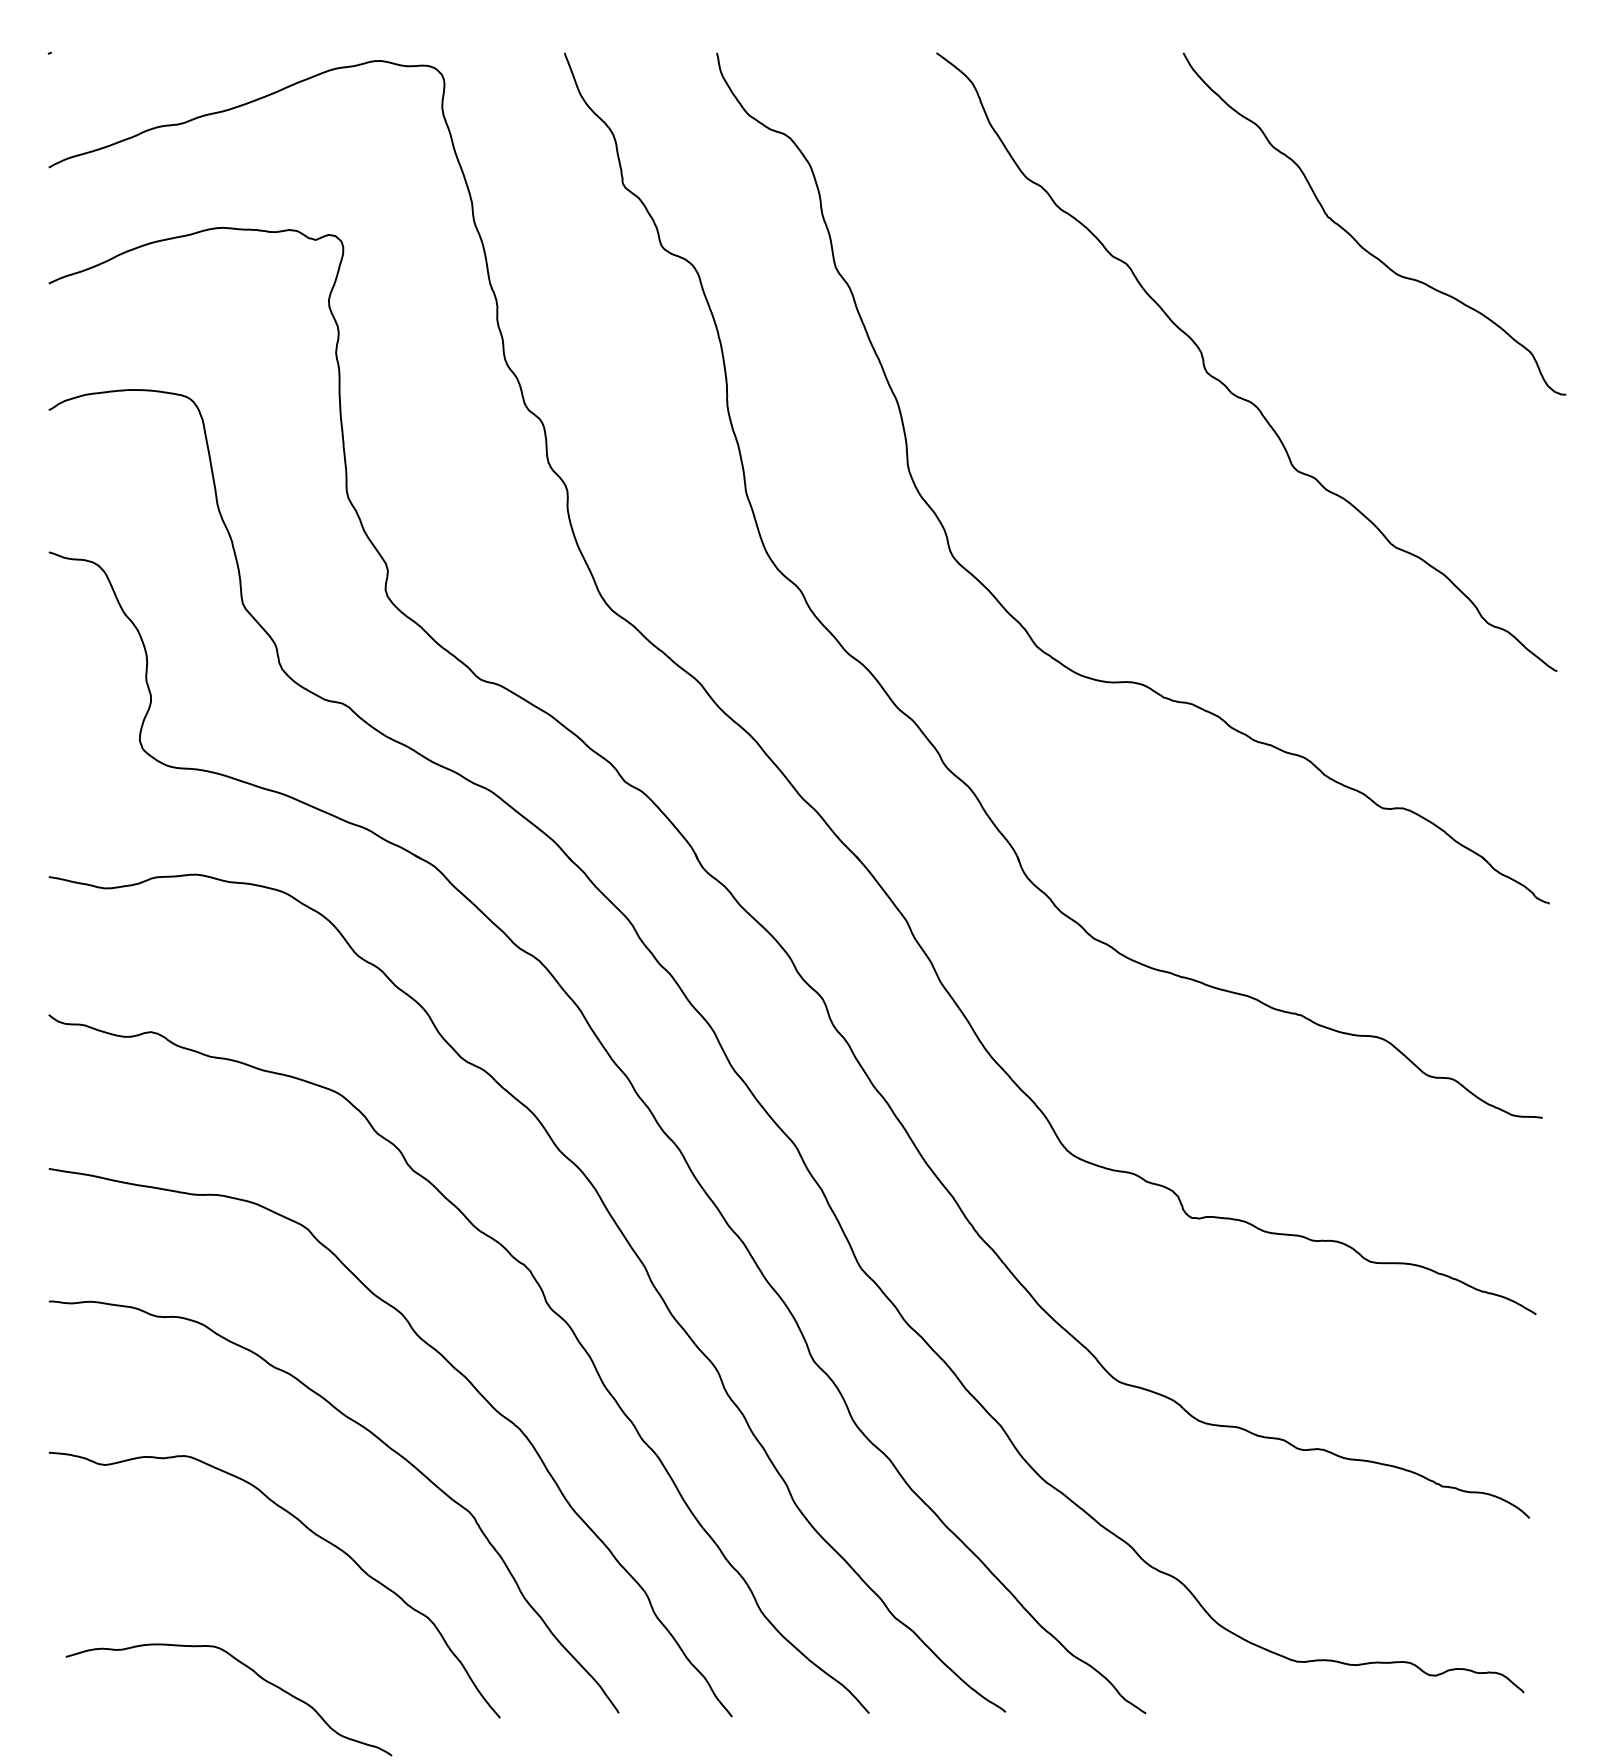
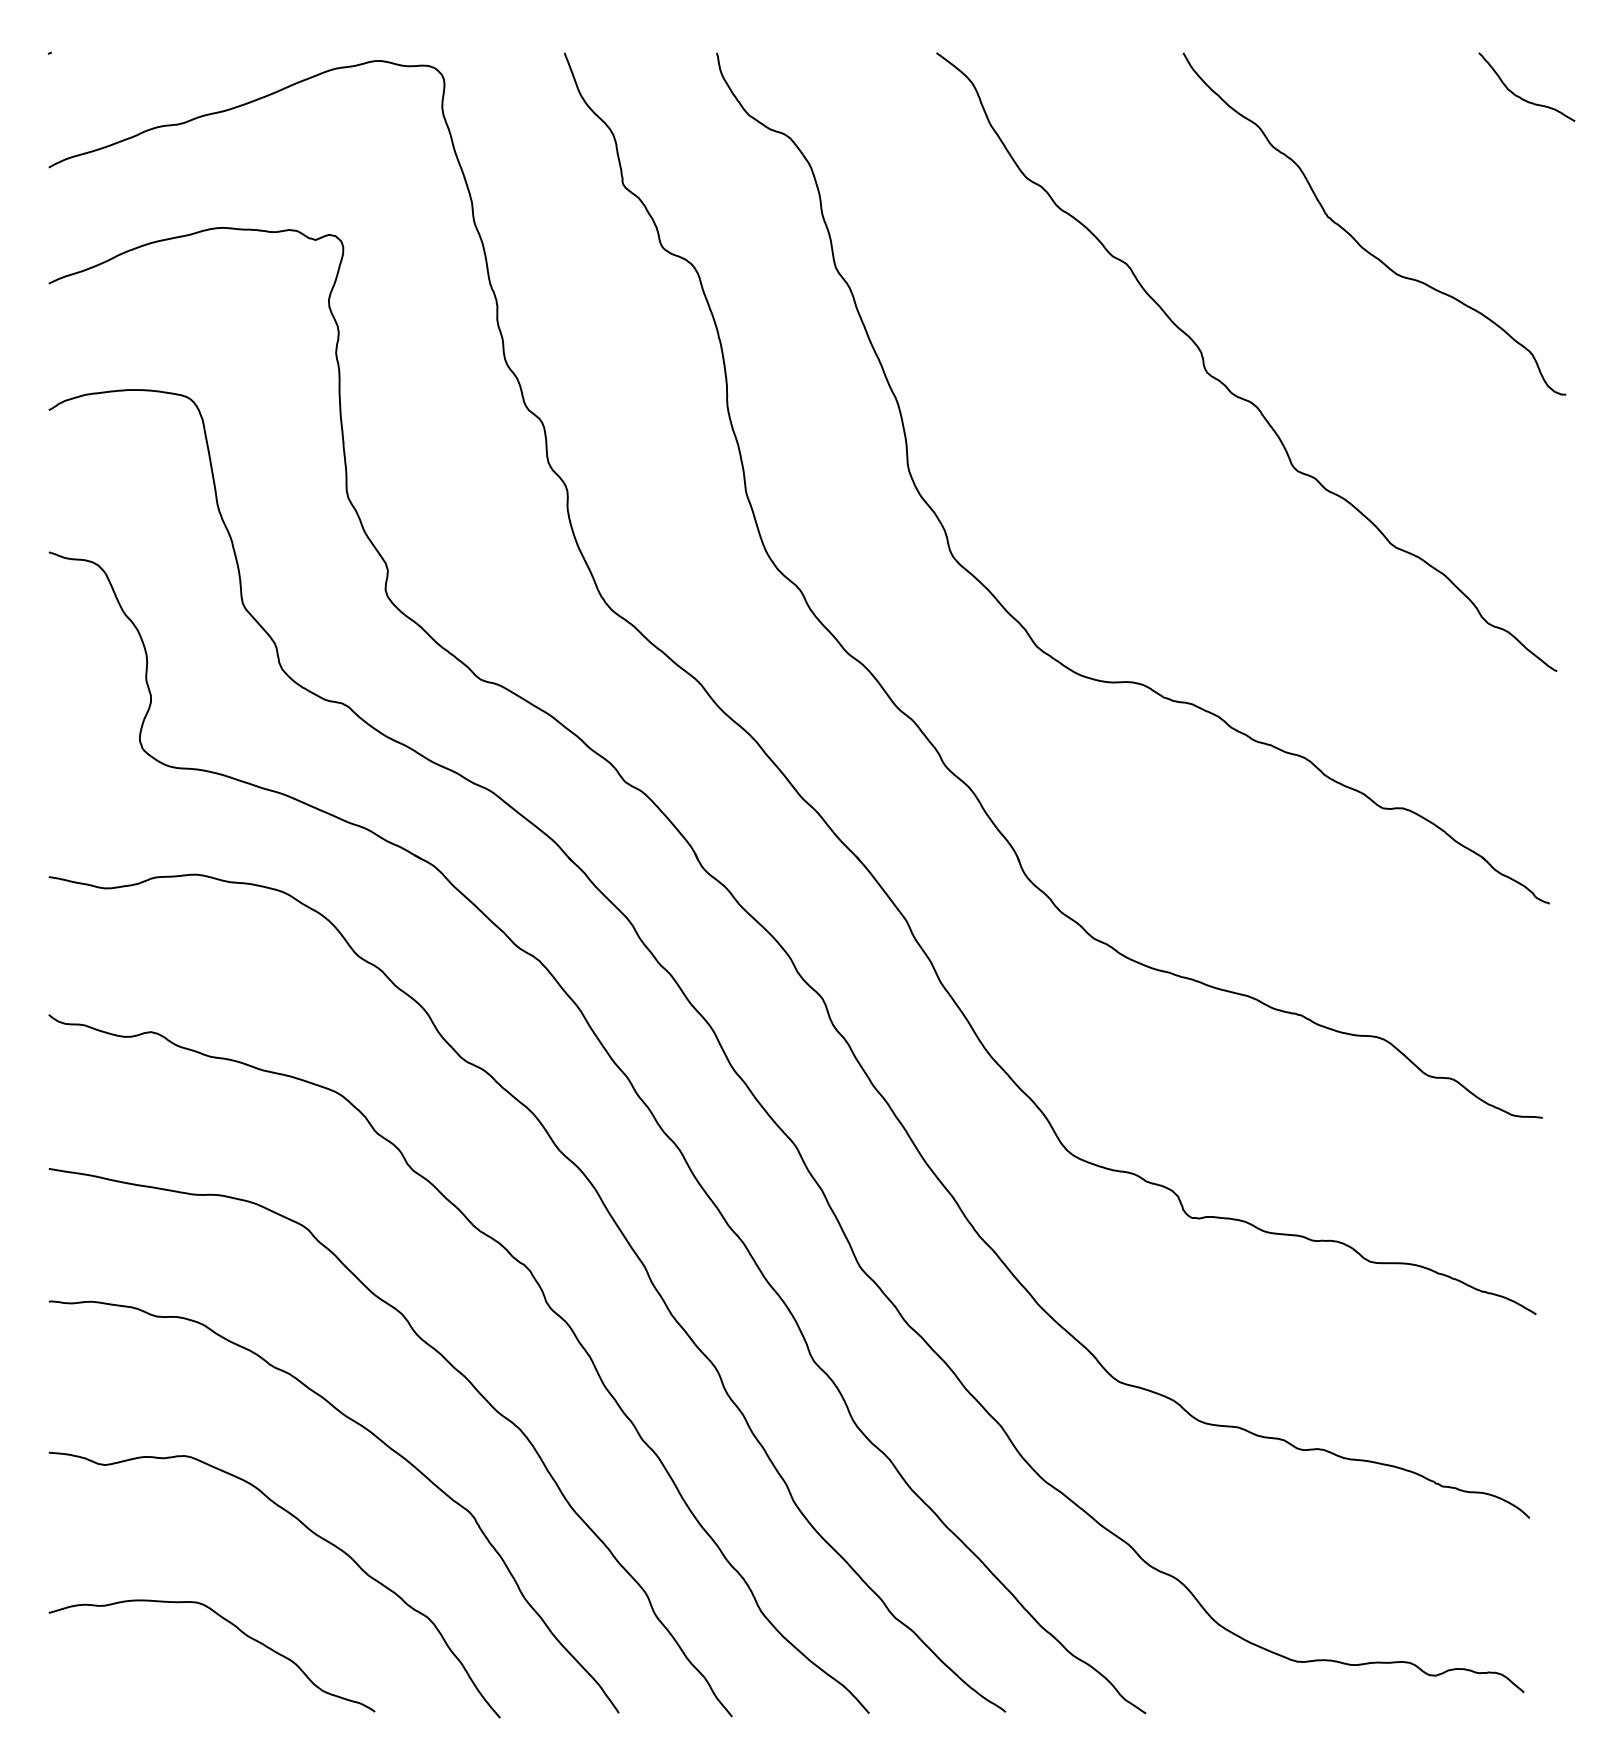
curve at (1520, 96): none -> present
curve at (249, 1669) position: (249, 1669) -> (232, 1625)
